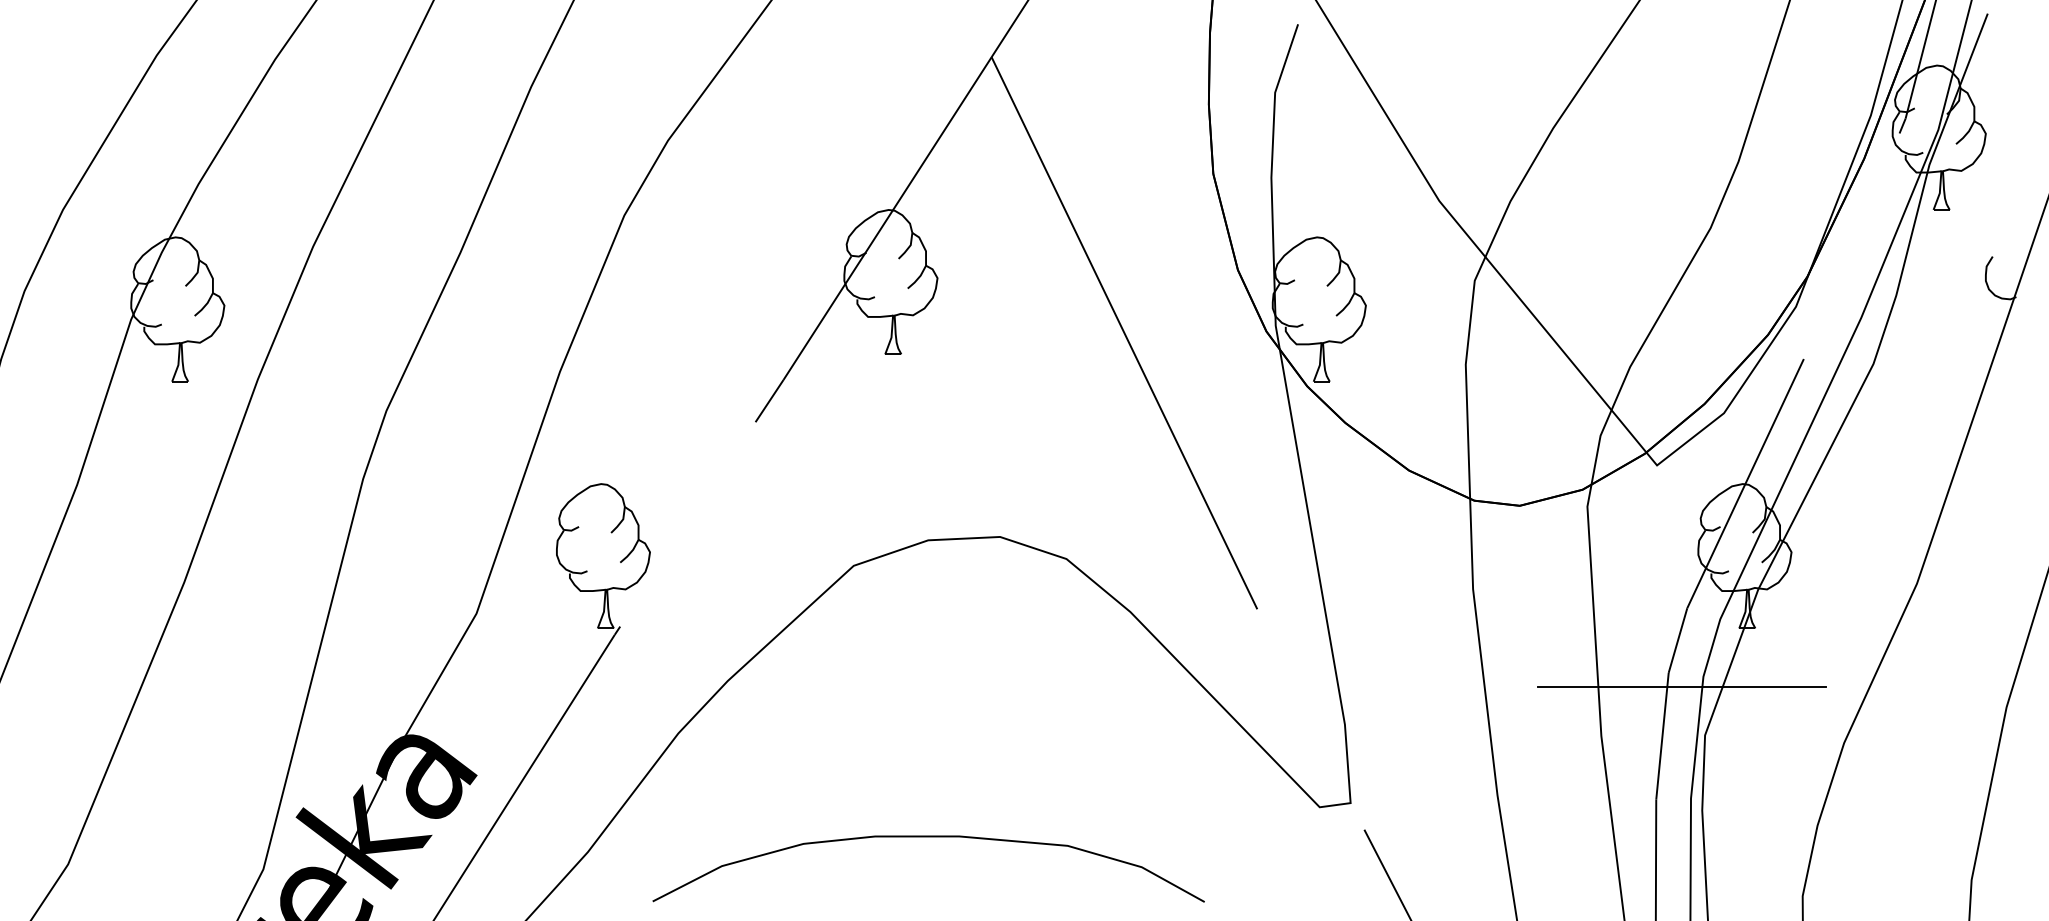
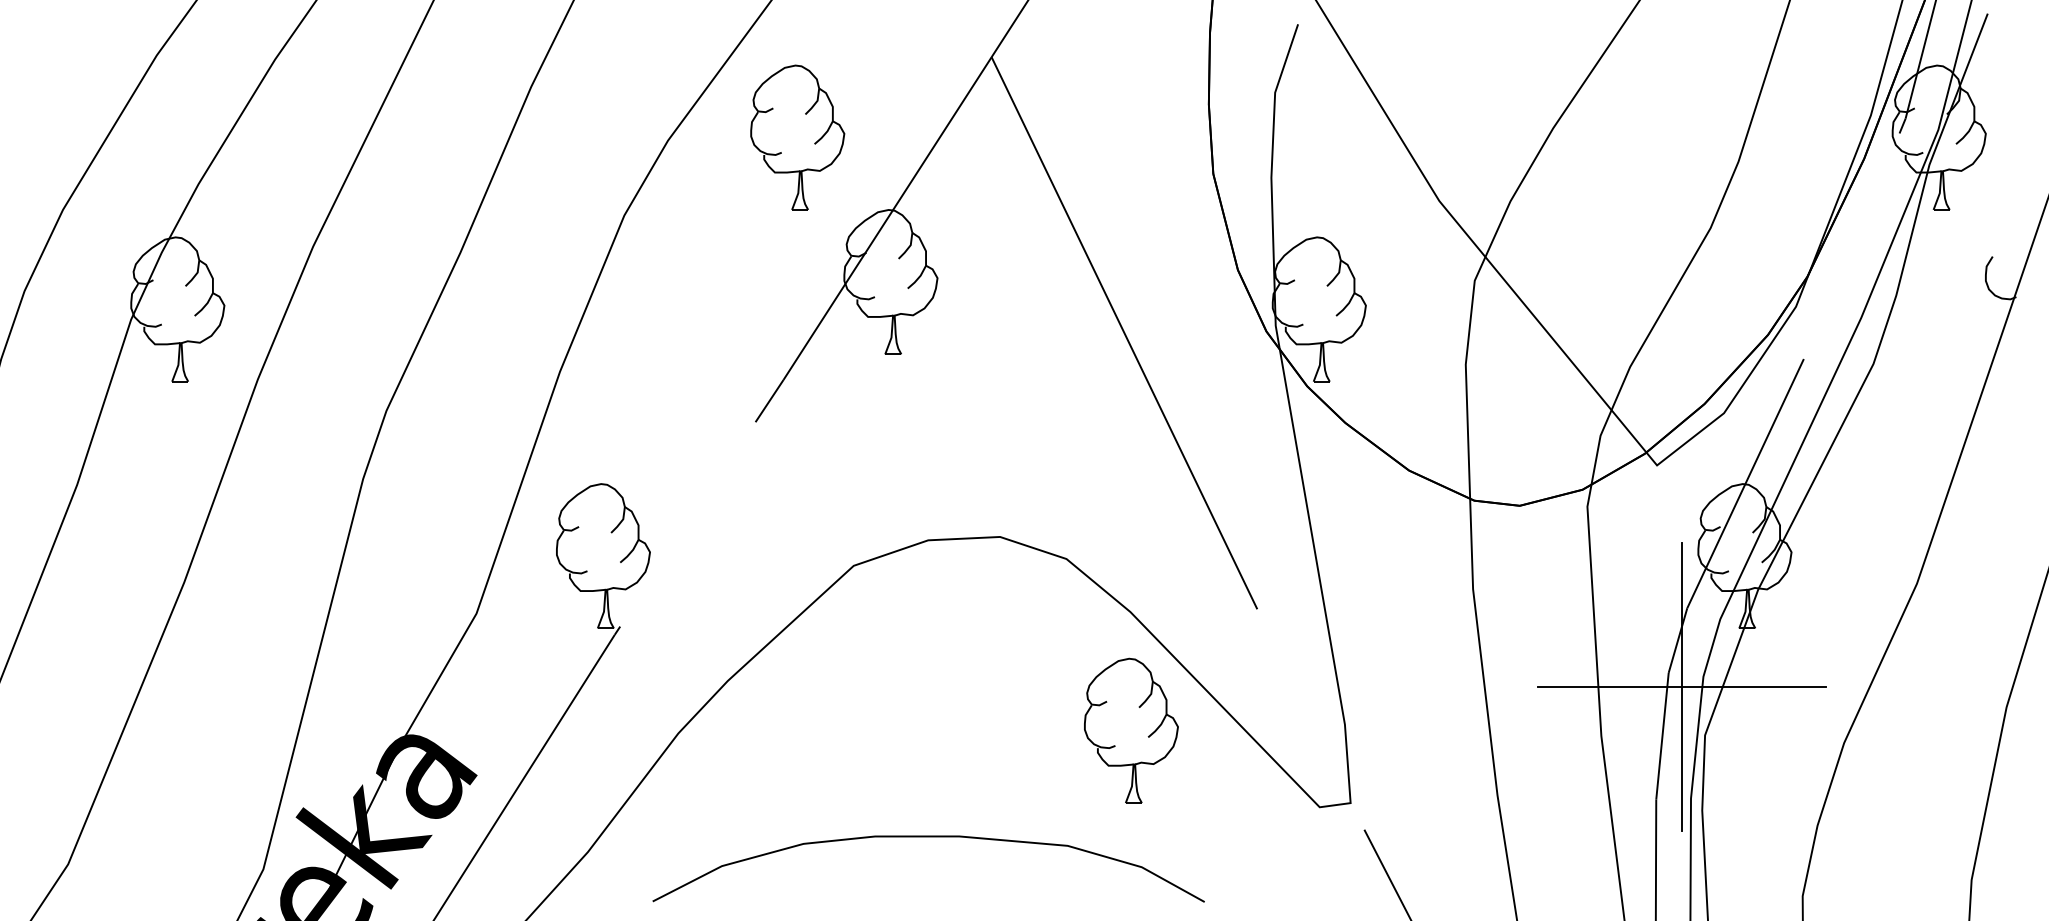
part at (797, 137): none -> present
line at (1682, 686): none -> present
part at (1131, 730): none -> present
